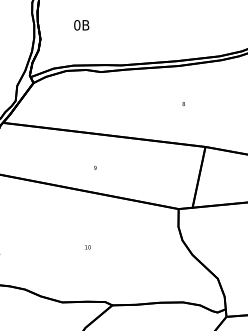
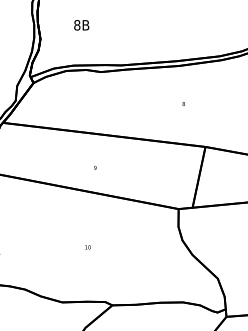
text at (77, 25): 0B -> 8B
